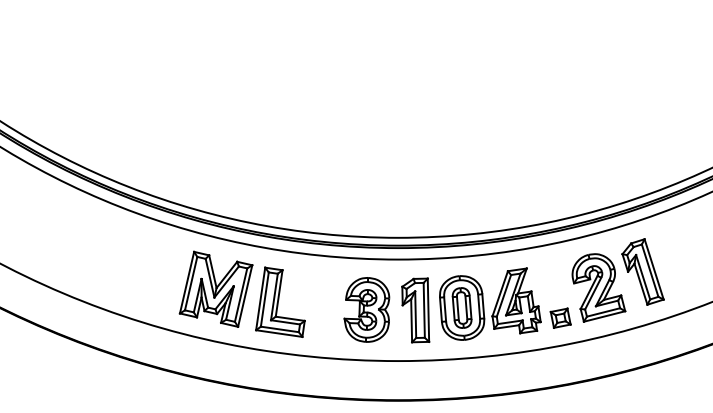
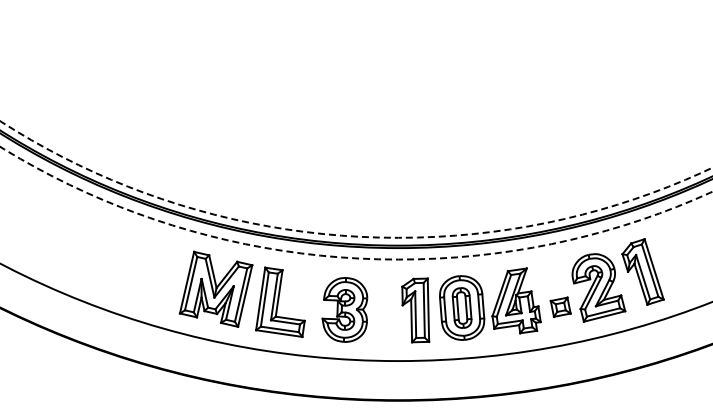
circle at (356, 179): solid -> dashed
circle at (356, 203): solid -> dashed
part at (366, 309) position: (366, 309) -> (344, 309)
part at (560, 317) position: (560, 317) -> (560, 306)
